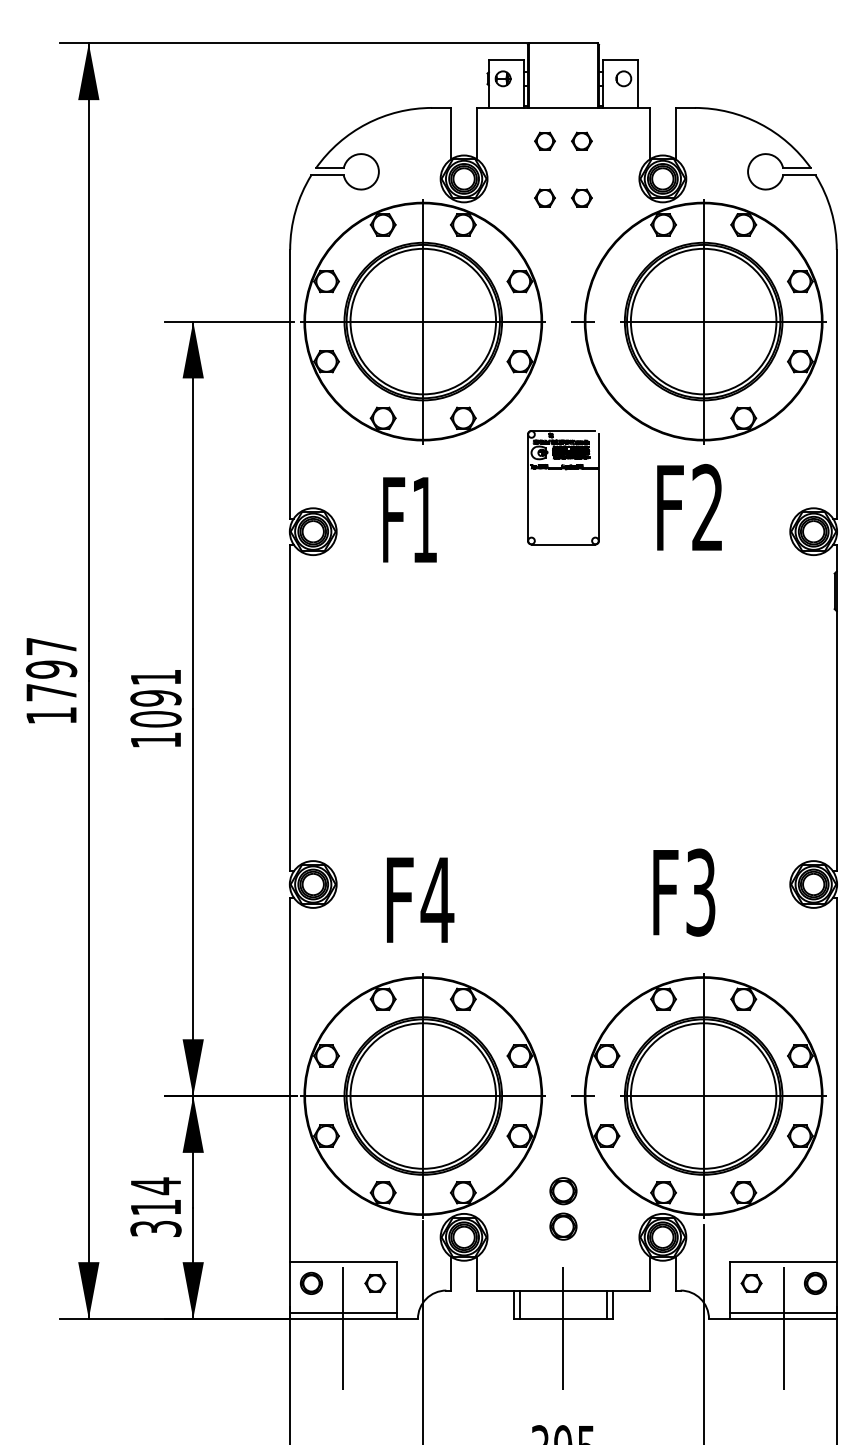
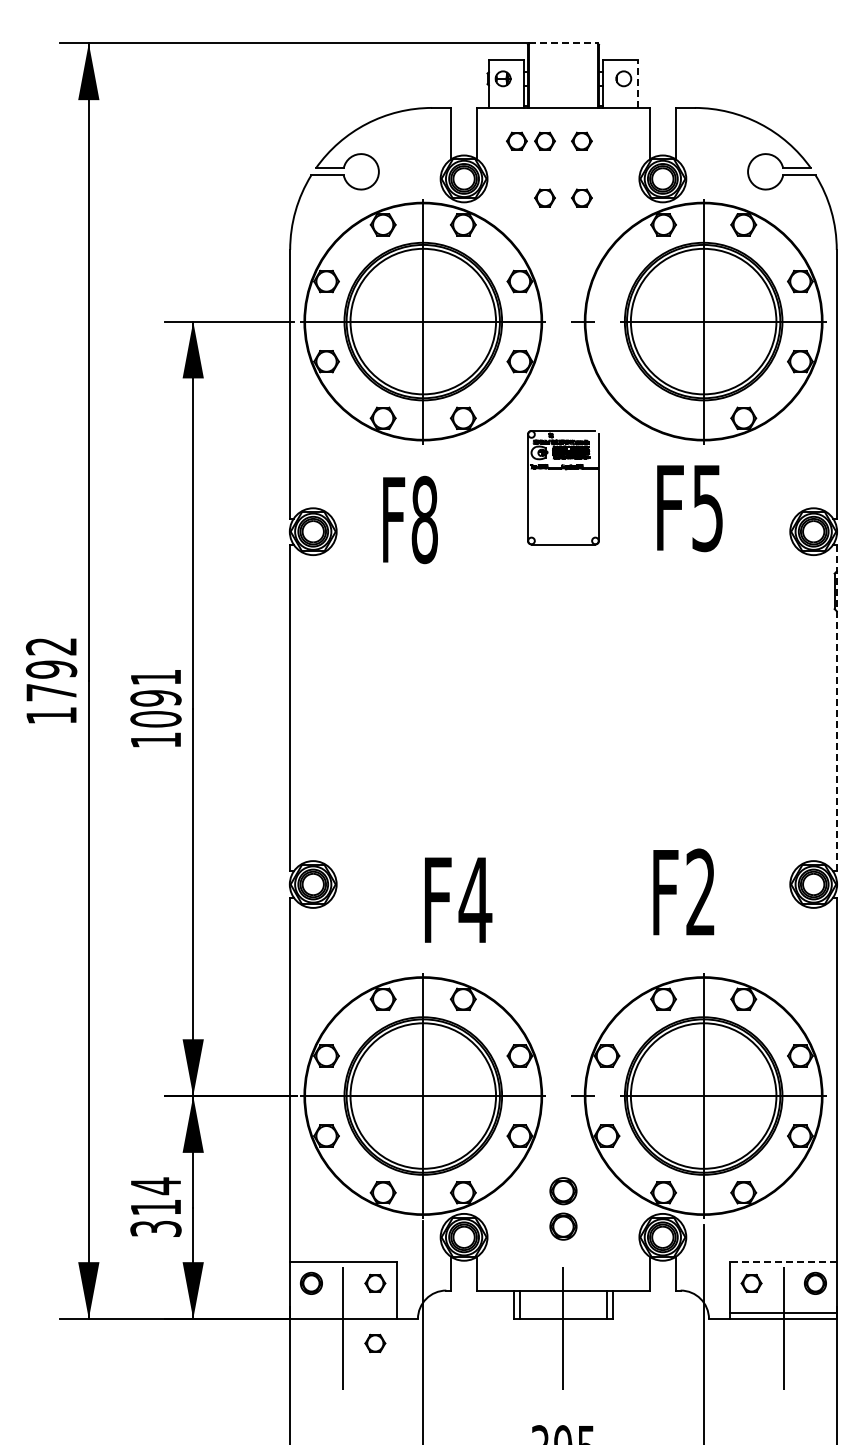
line at (563, 43): solid -> dashed
line at (638, 83): solid -> dashed
part at (516, 140): none -> present
text at (707, 507): F2 -> F5
text at (424, 519): F1 -> F8
text at (50, 646): 1797 -> 1792
line at (836, 707): solid -> dashed
text at (700, 892): F3 -> F2
text at (420, 899) position: (420, 899) -> (458, 899)
line at (783, 1262): solid -> dashed
line at (343, 1313): present -> none
part at (375, 1342): none -> present
